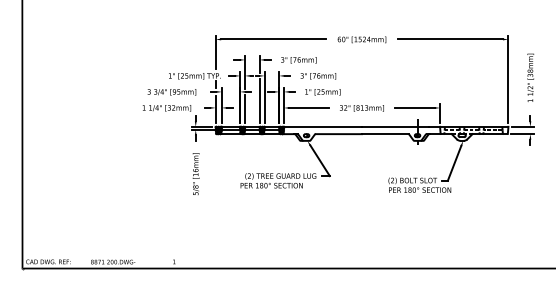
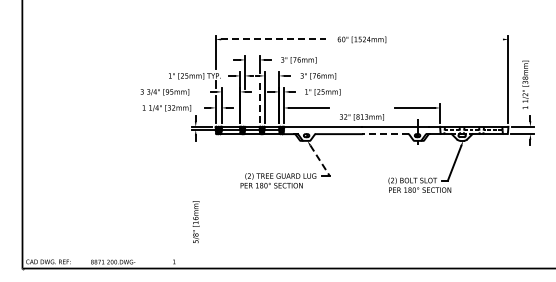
line at (273, 39): solid -> dashed
line at (449, 39): present -> none
text at (530, 77) position: (530, 77) -> (525, 84)
text at (171, 92) position: (171, 92) -> (164, 92)
line at (259, 100): solid -> dashed
line at (245, 108): present -> none
text at (361, 108) position: (361, 108) -> (361, 117)
line at (384, 134): solid -> dashed
line at (320, 161): solid -> dashed
text at (195, 173) position: (195, 173) -> (195, 221)
